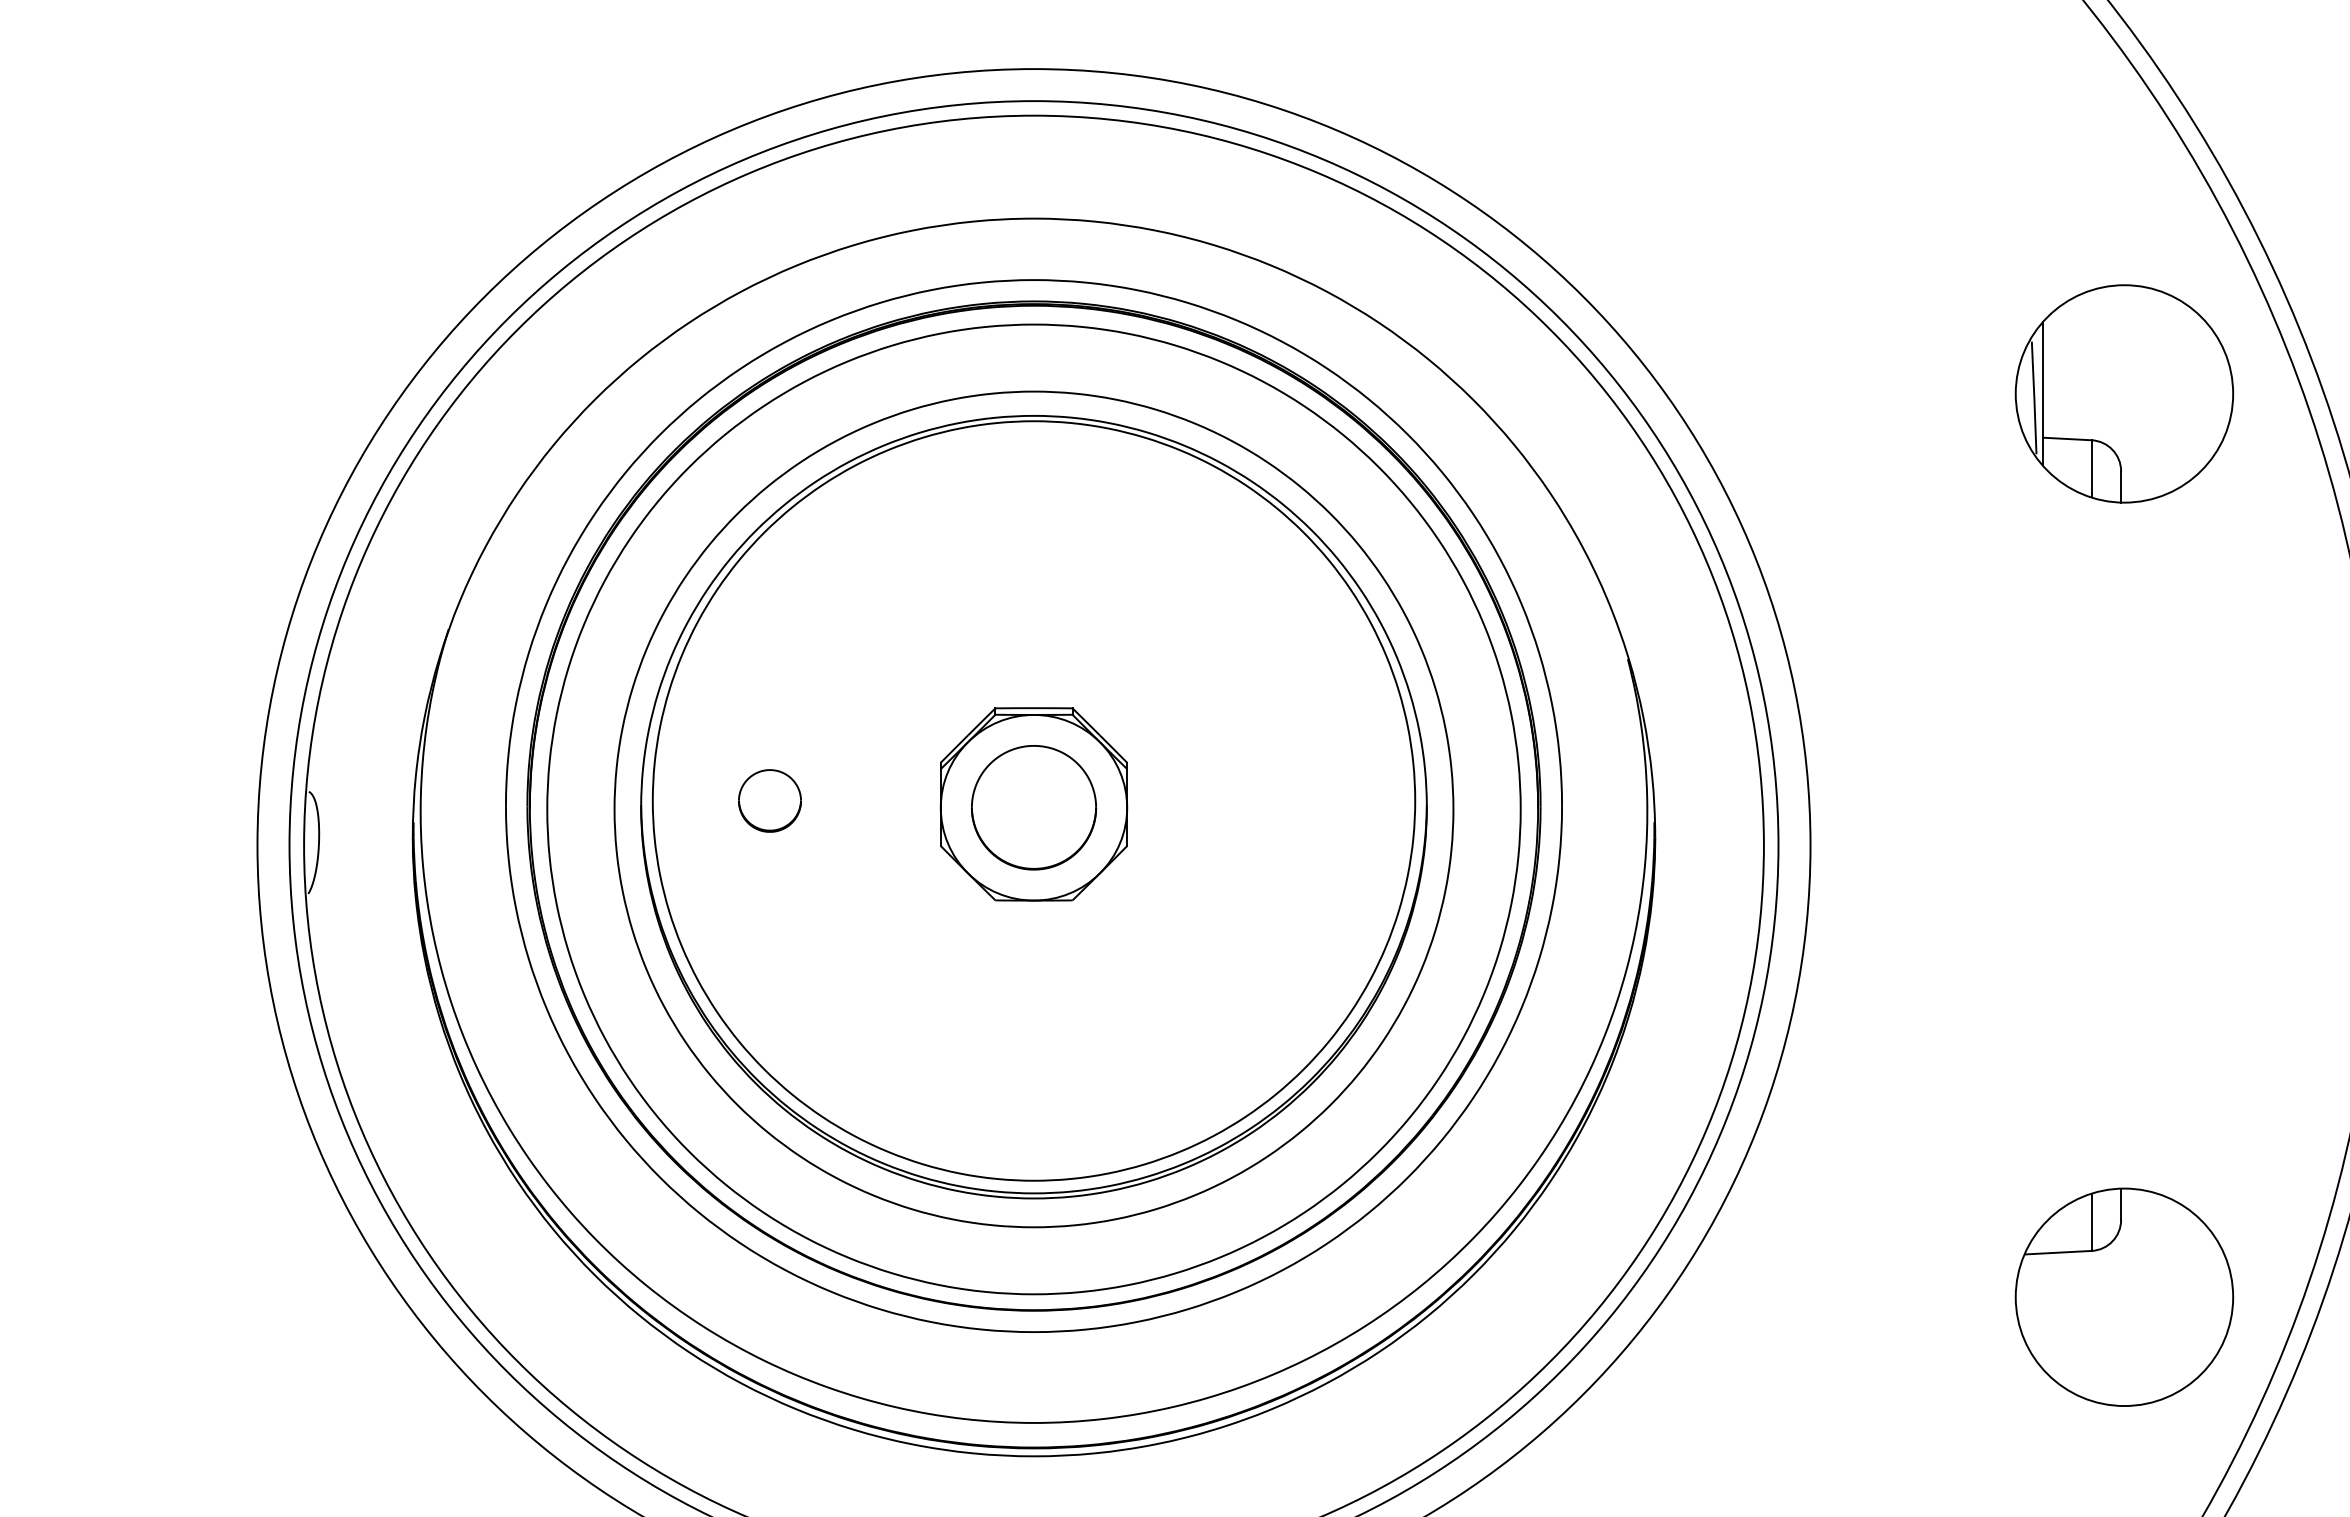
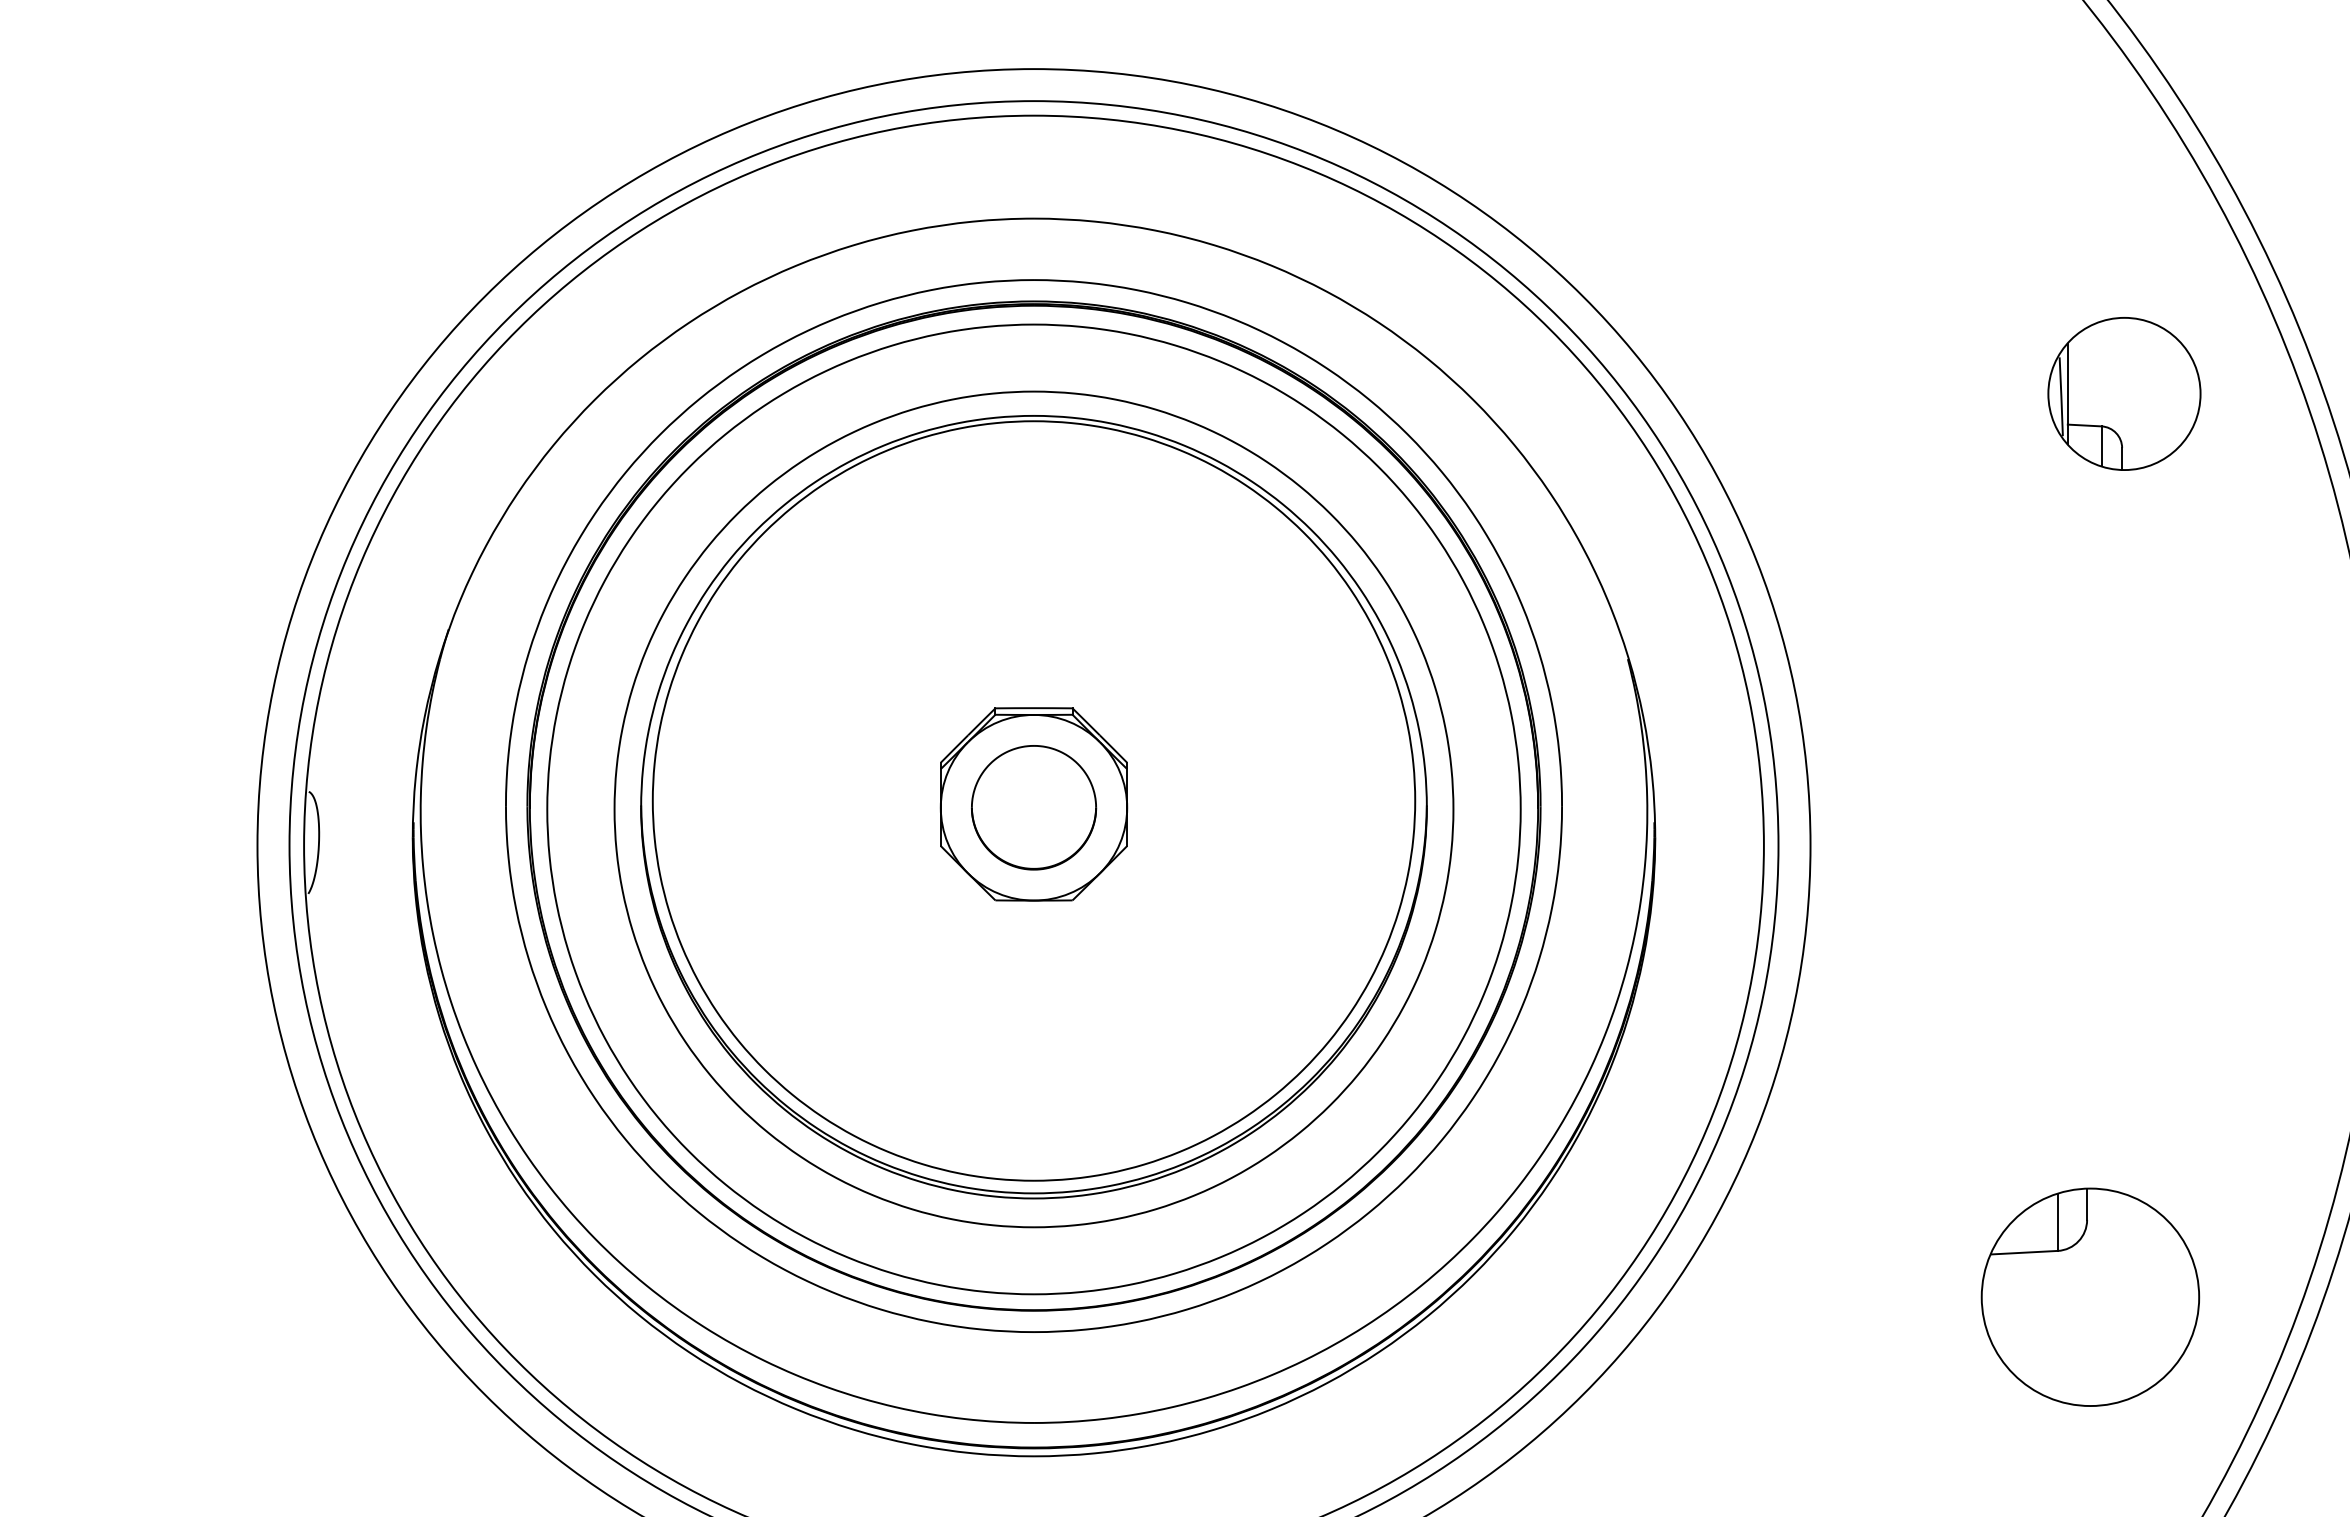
part at (2124, 393) size: 221x220 px -> 155x154 px
part at (769, 800): present -> none
part at (2124, 1296) position: (2124, 1296) -> (2090, 1296)
